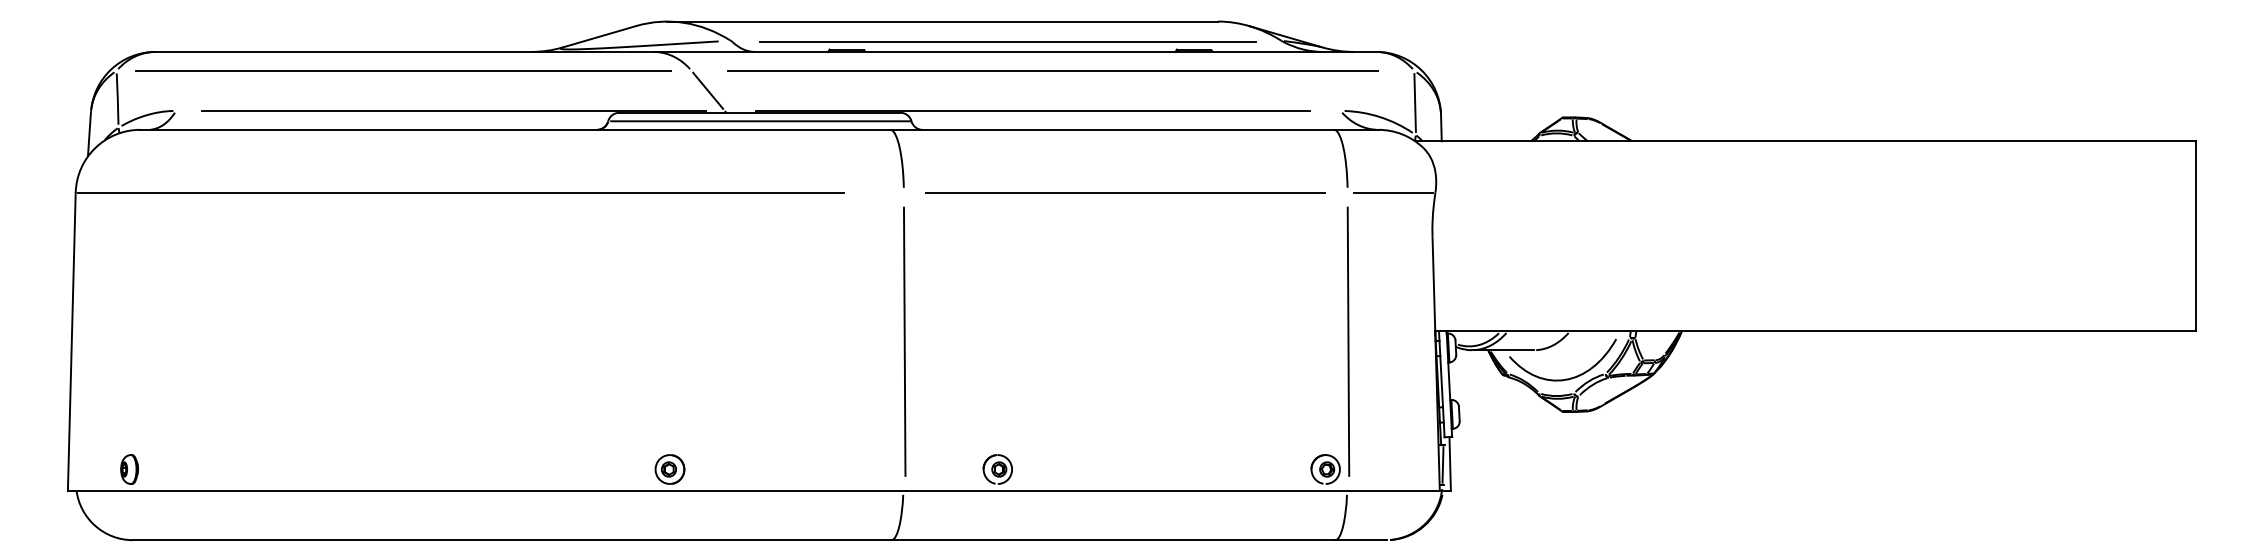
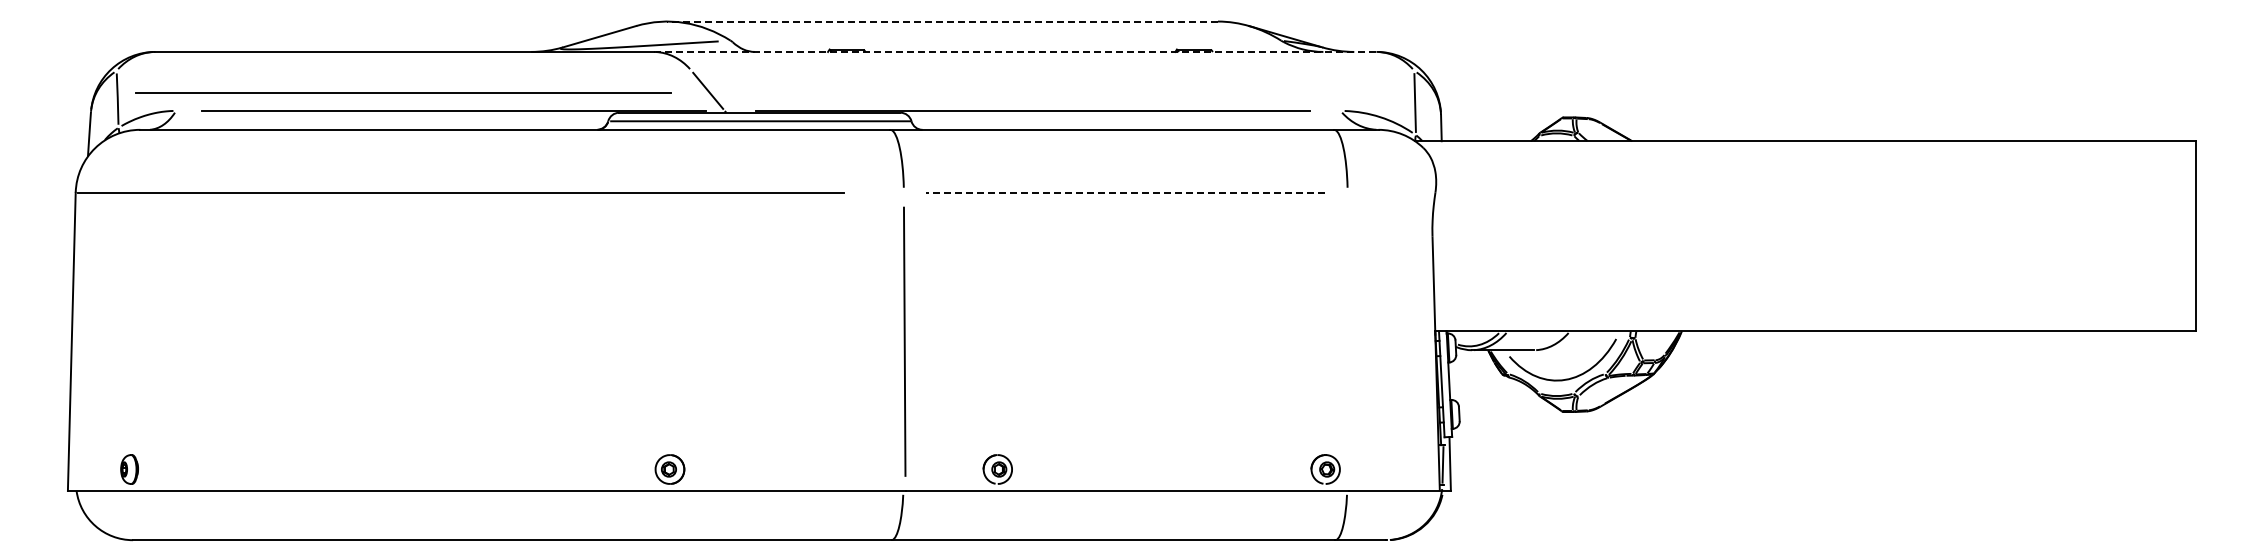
line at (942, 21): solid -> dashed
line at (1008, 42): present -> none
line at (1015, 51): solid -> dashed
line at (403, 70) position: (403, 70) -> (403, 92)
line at (1052, 70): present -> none
line at (1125, 192): solid -> dashed
line at (1393, 192): present -> none
line at (1348, 341): present -> none
